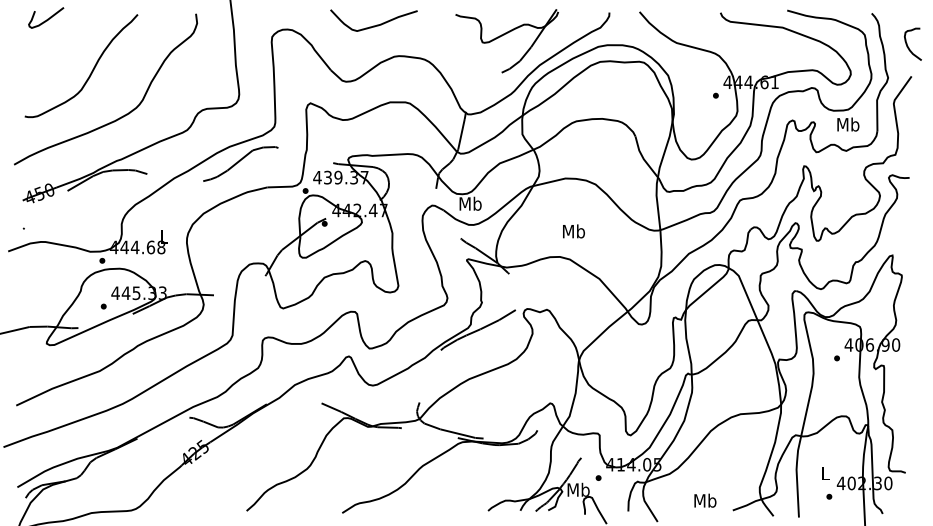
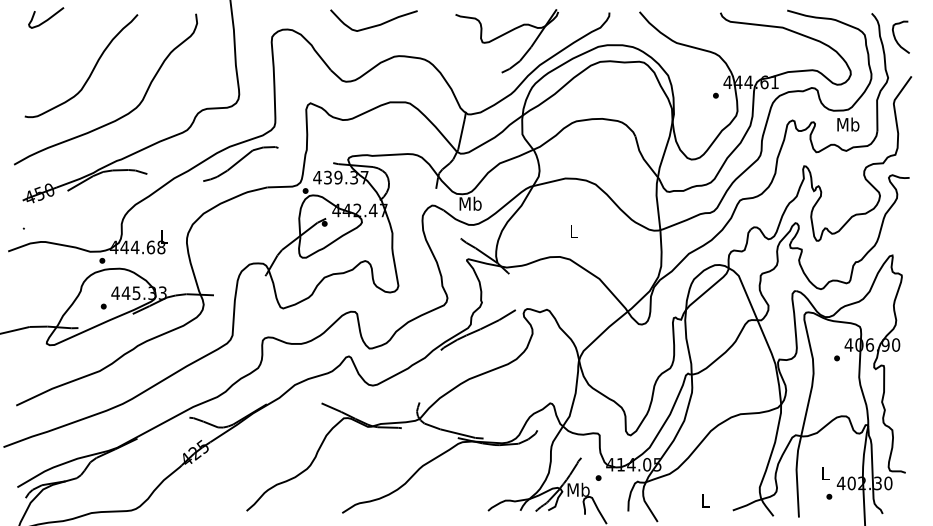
curve at (907, 43) position: (907, 43) -> (895, 36)
text at (573, 231): Mb -> L
text at (705, 500): Mb -> L
